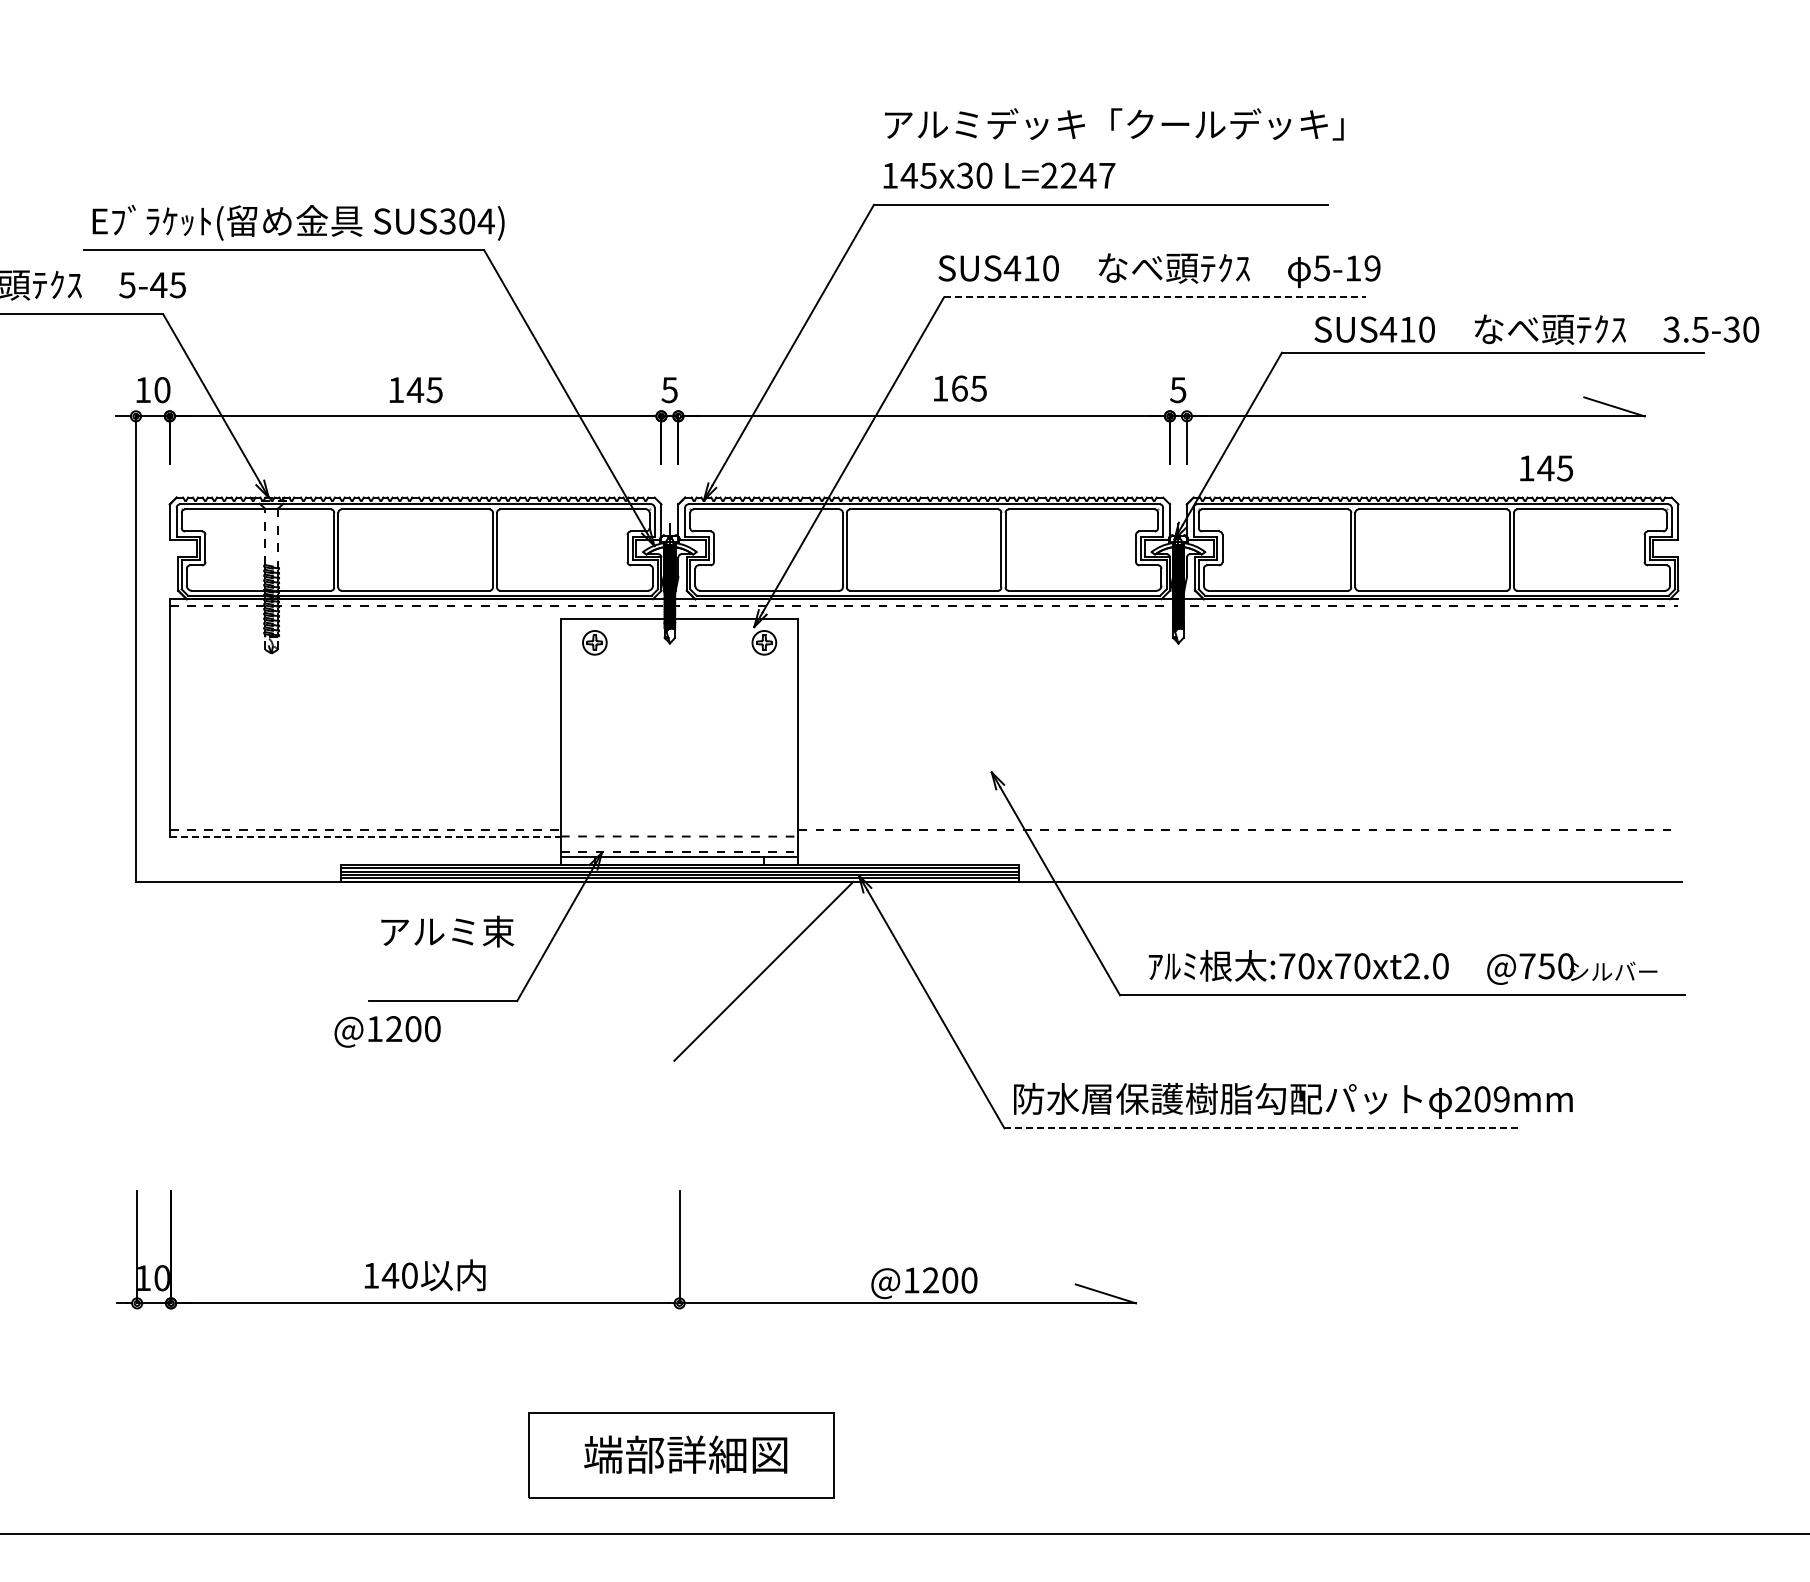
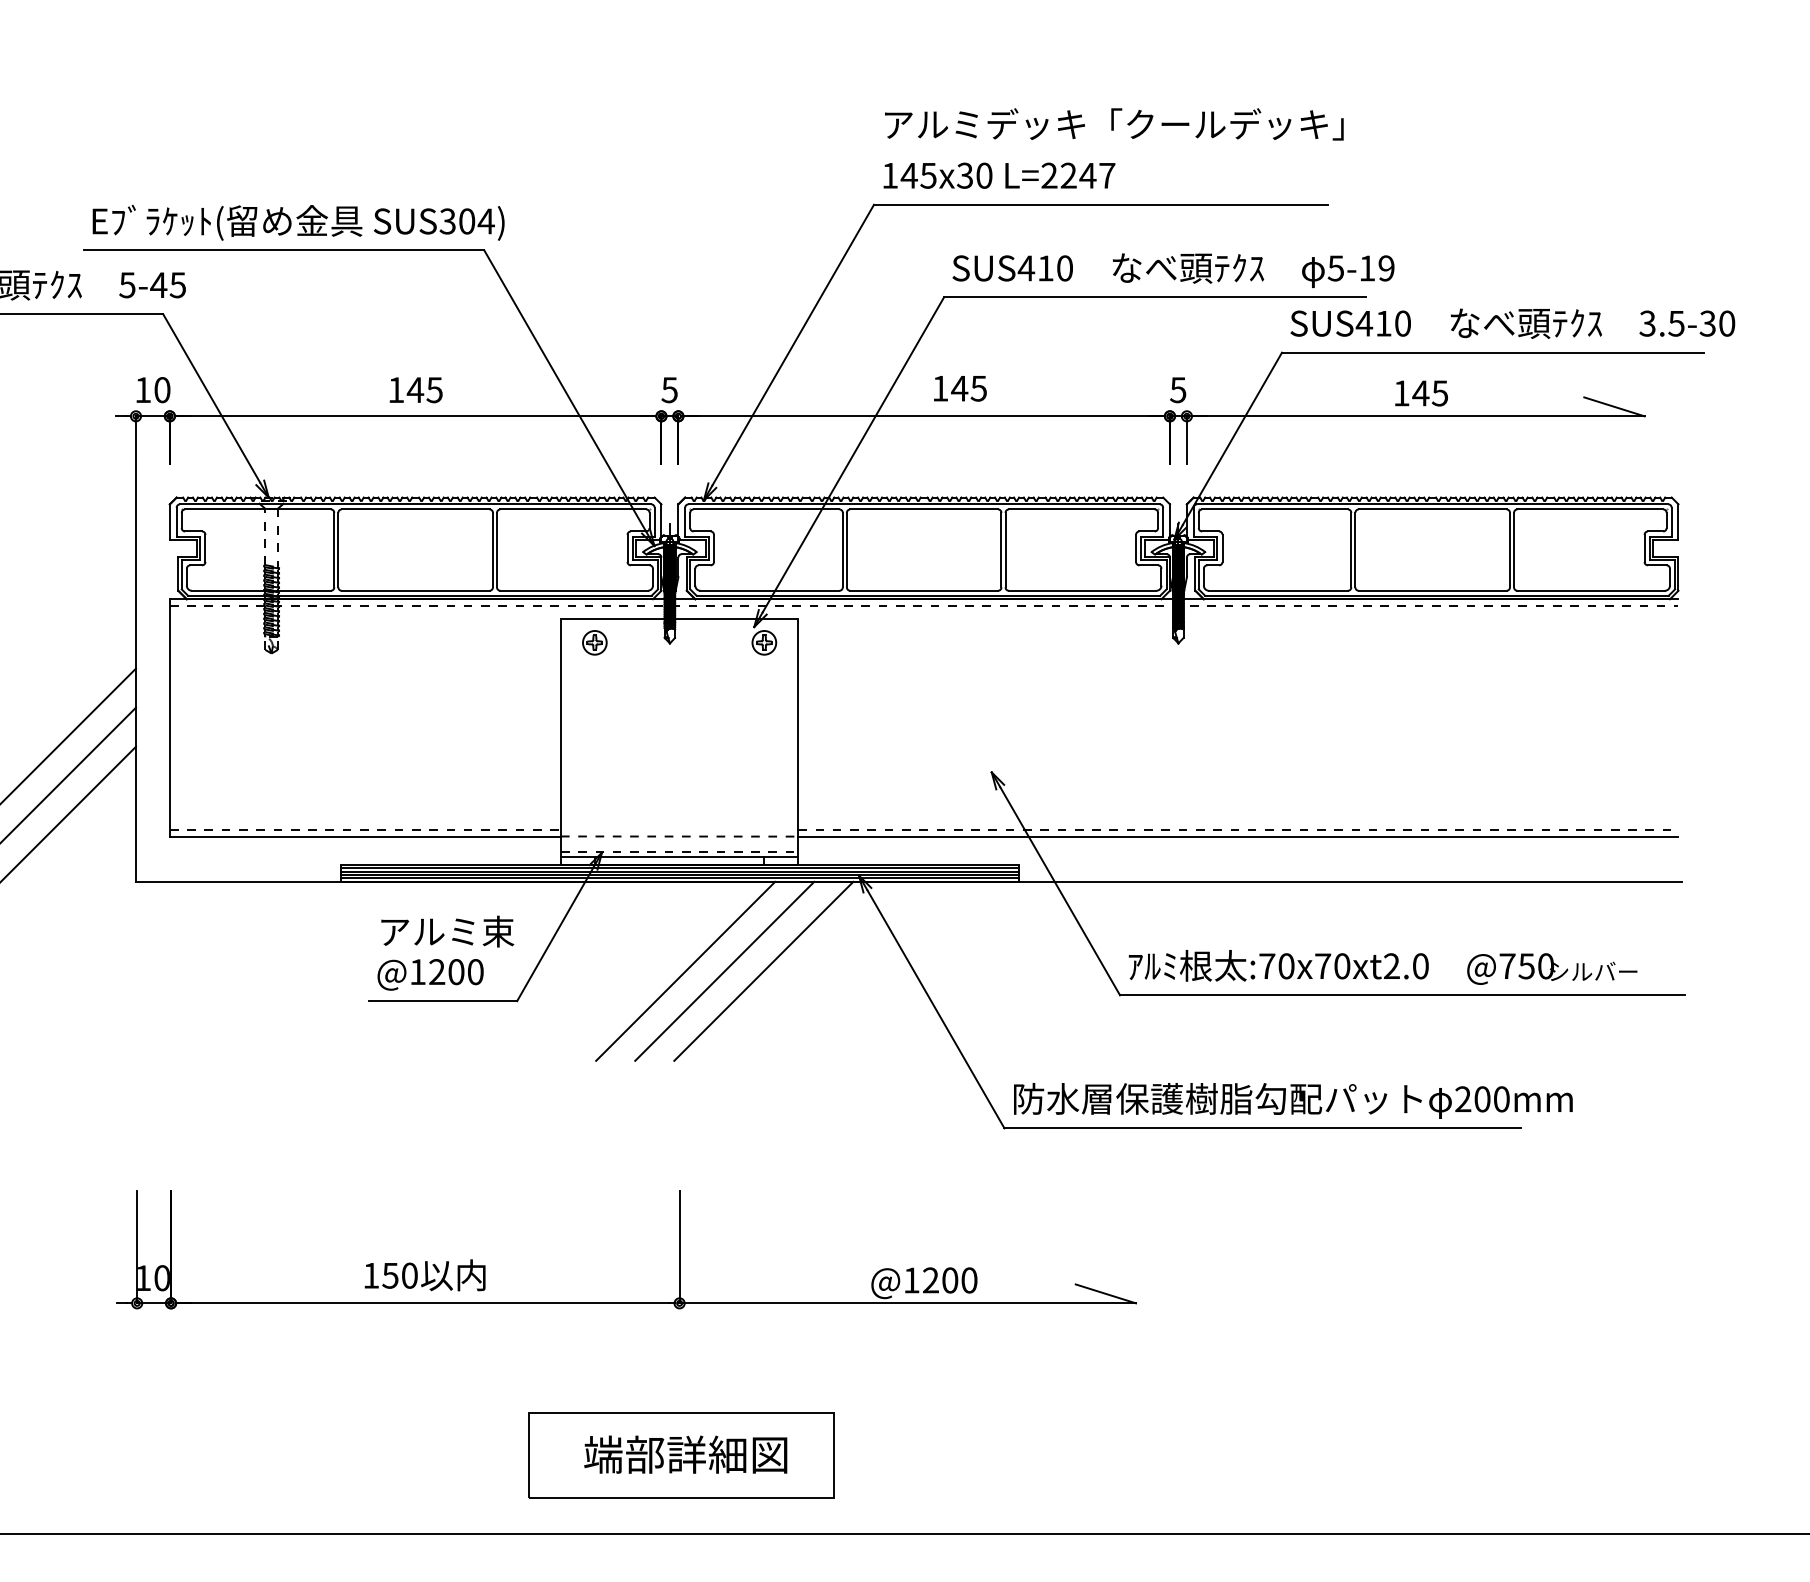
text at (1159, 270) position: (1159, 270) -> (1173, 270)
line at (1155, 297): dashed -> solid
text at (1536, 329) position: (1536, 329) -> (1512, 323)
text at (959, 388): 165 -> 145
text at (1546, 468) position: (1546, 468) -> (1421, 393)
line at (68, 734): none -> present
line at (68, 773): none -> present
line at (68, 813): none -> present
line at (365, 836): dashed -> solid
line at (1238, 836): none -> present
text at (1402, 967) position: (1402, 967) -> (1382, 967)
line at (685, 970): none -> present
line at (724, 970): none -> present
text at (387, 1031) position: (387, 1031) -> (430, 974)
text at (1501, 1099): 209mm -> 200mm
line at (1263, 1128): dashed -> solid
text at (390, 1275): 140 -> 150
